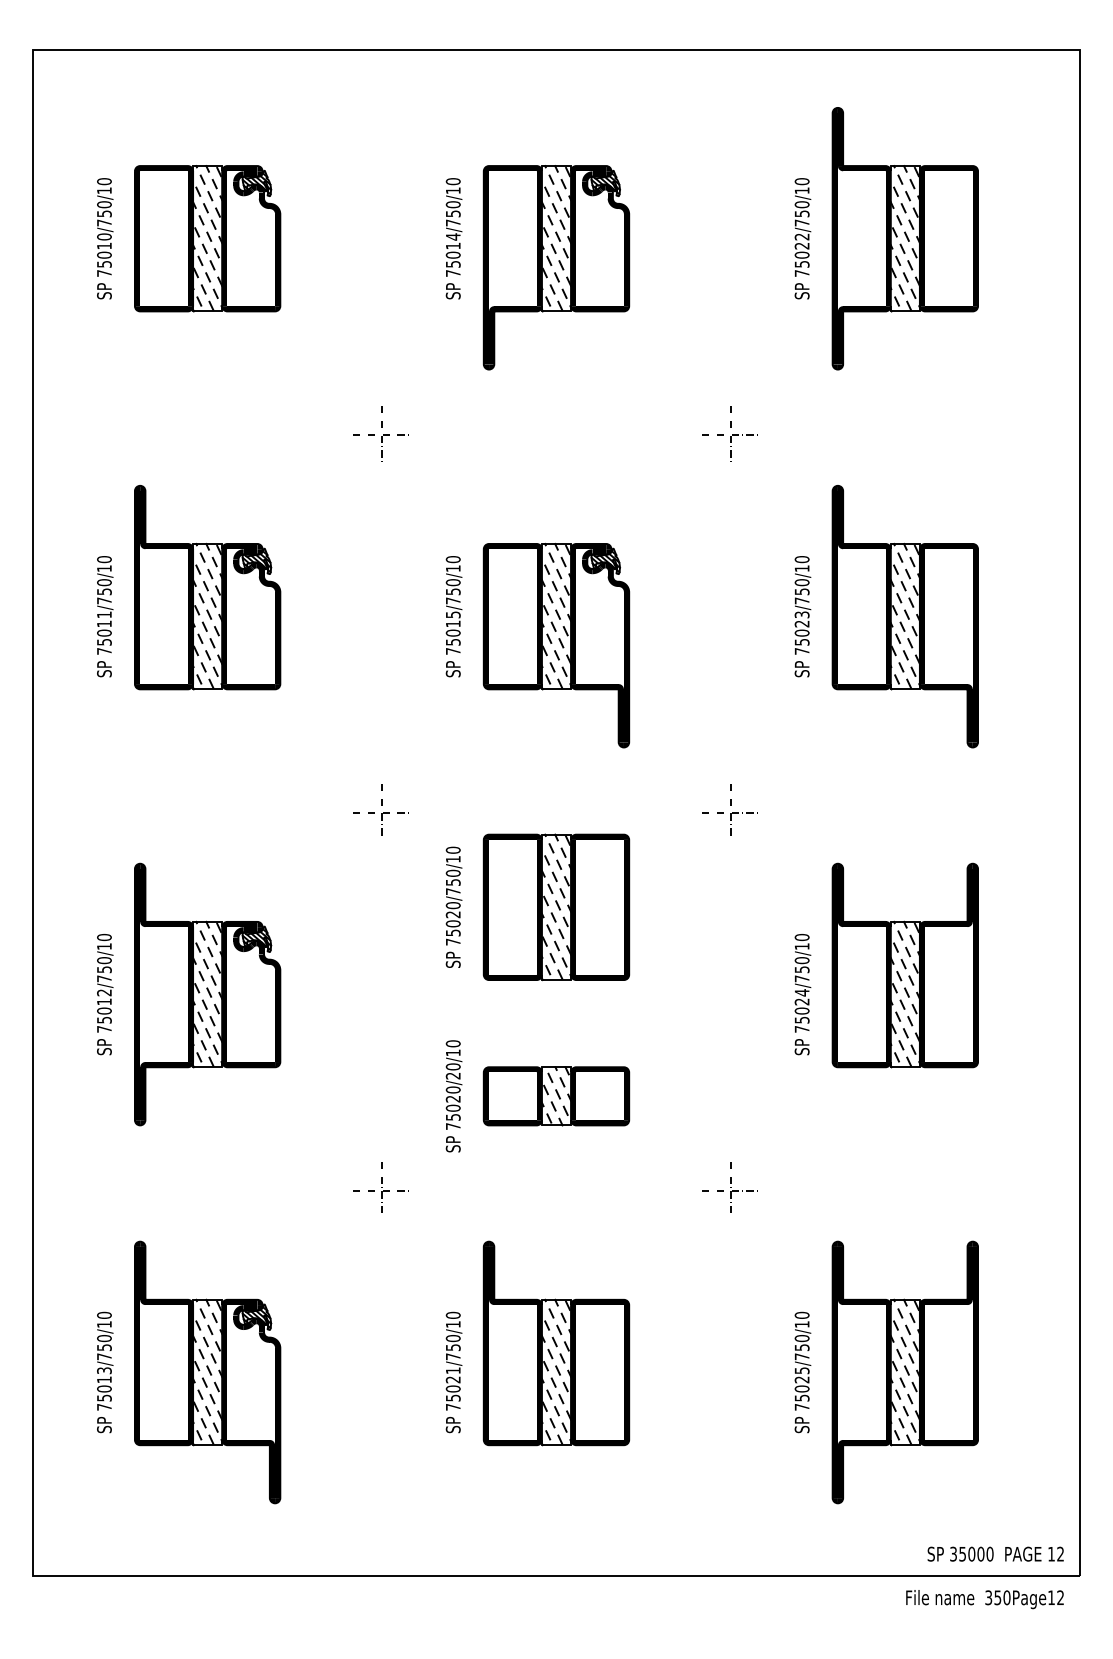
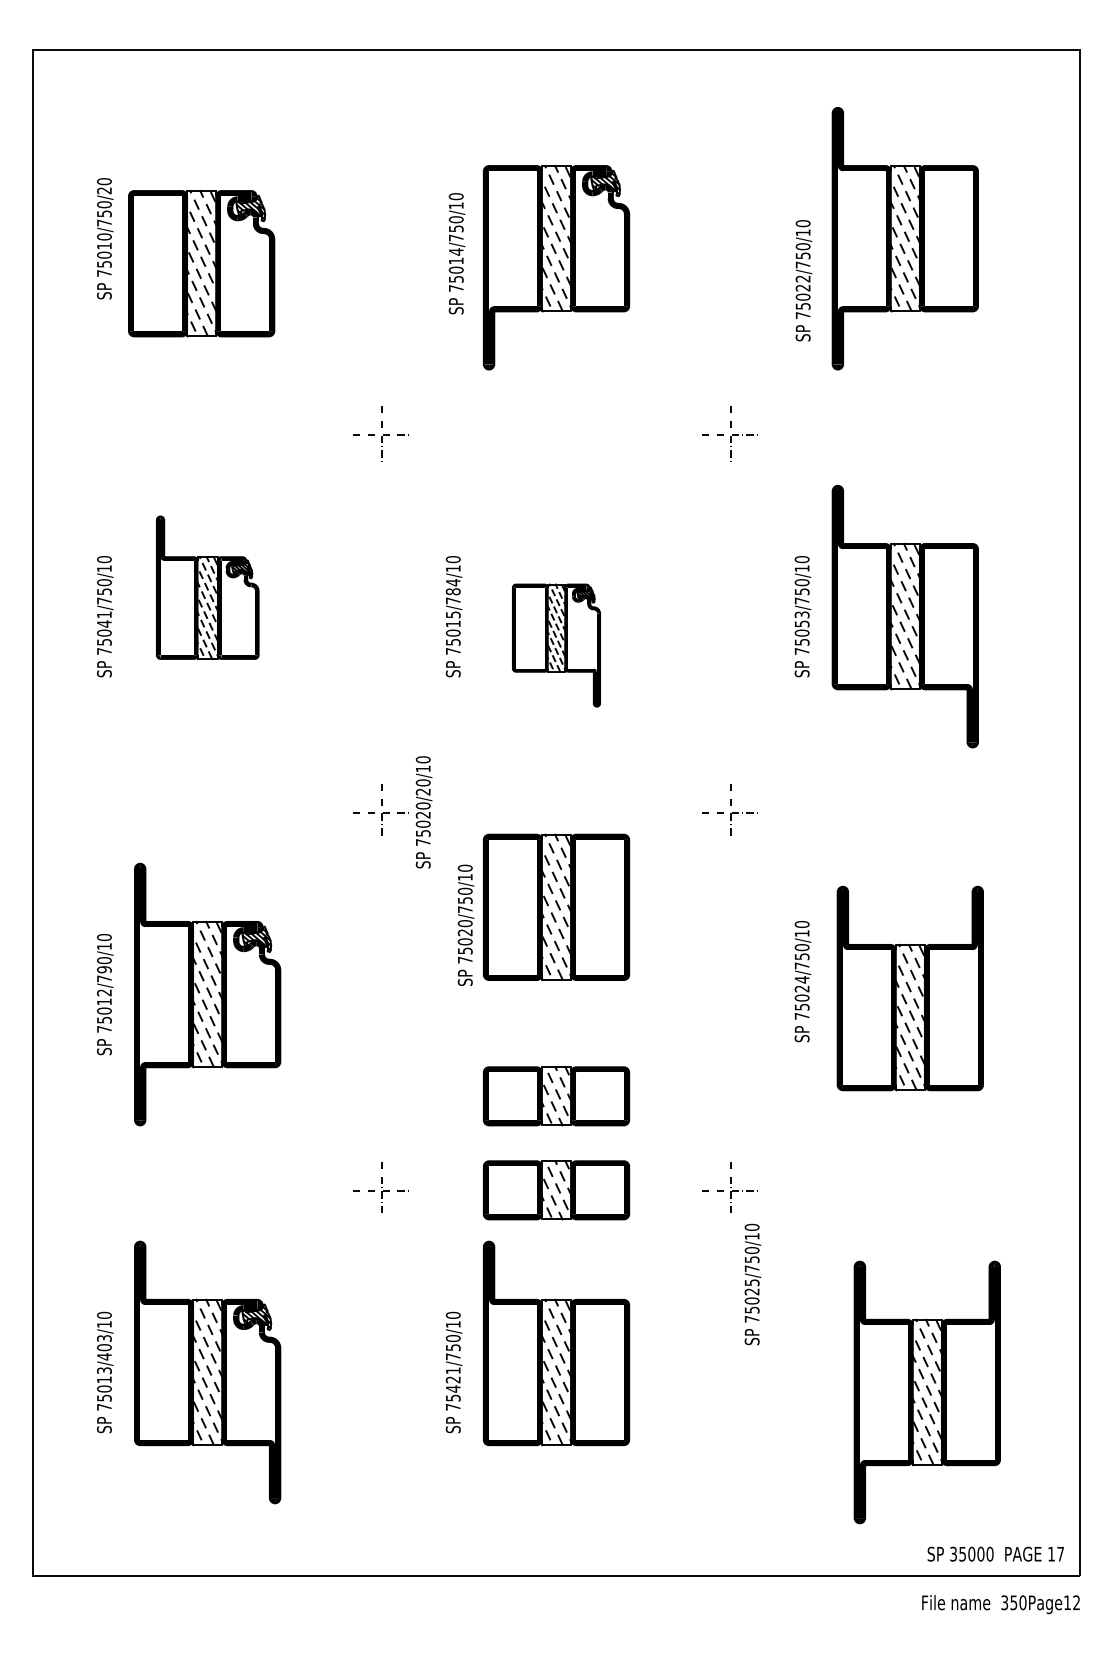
text at (104, 190): 75010/750/10 -> 75010/750/20
part at (207, 238) position: (207, 238) -> (201, 263)
text at (453, 238) position: (453, 238) -> (456, 253)
text at (802, 238) position: (802, 238) -> (803, 280)
part at (207, 587) size: 148x206 px -> 104x145 px
text at (452, 587): 75015/750/10 -> 75015/784/10
text at (104, 623): 75011/750/10 -> 75041/750/10
text at (801, 623): 75023/750/10 -> 75053/750/10
part at (556, 645) size: 149x207 px -> 89x125 px
text at (453, 906) position: (453, 906) -> (465, 924)
part at (904, 965) position: (904, 965) -> (909, 988)
text at (104, 969): 75012/750/10 -> 75012/790/10
text at (802, 994) position: (802, 994) -> (802, 981)
text at (453, 1096) position: (453, 1096) -> (423, 812)
part at (556, 1190): none -> present
text at (104, 1347): 75013/750/10 -> 75013/403/10
text at (802, 1372) position: (802, 1372) -> (752, 1284)
part at (904, 1372) position: (904, 1372) -> (926, 1392)
text at (452, 1388): 75021/750/10 -> 75421/750/10
text at (1060, 1553): 12 -> 17
text at (984, 1599) position: (984, 1599) -> (1000, 1604)
